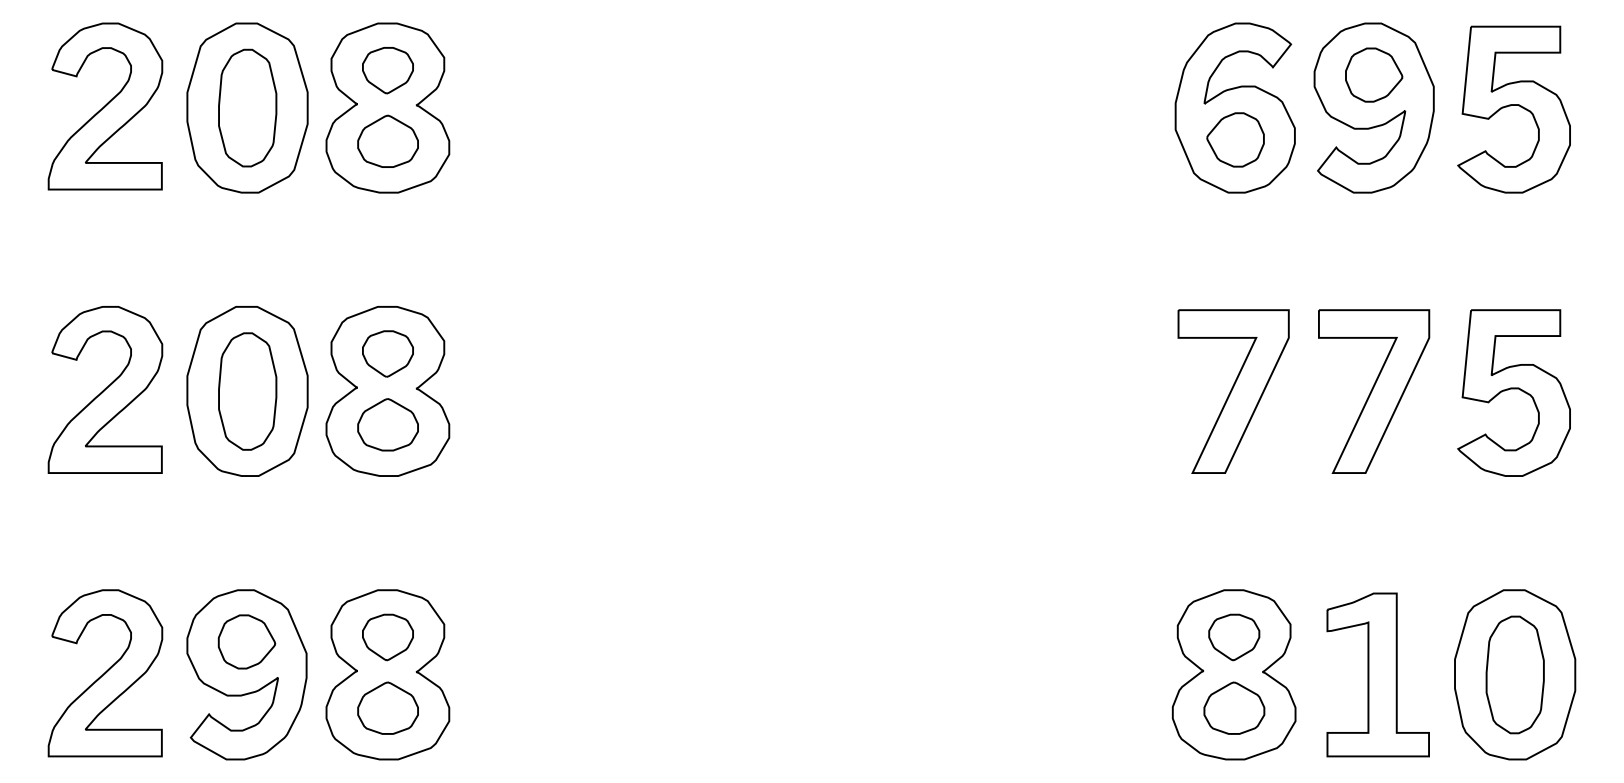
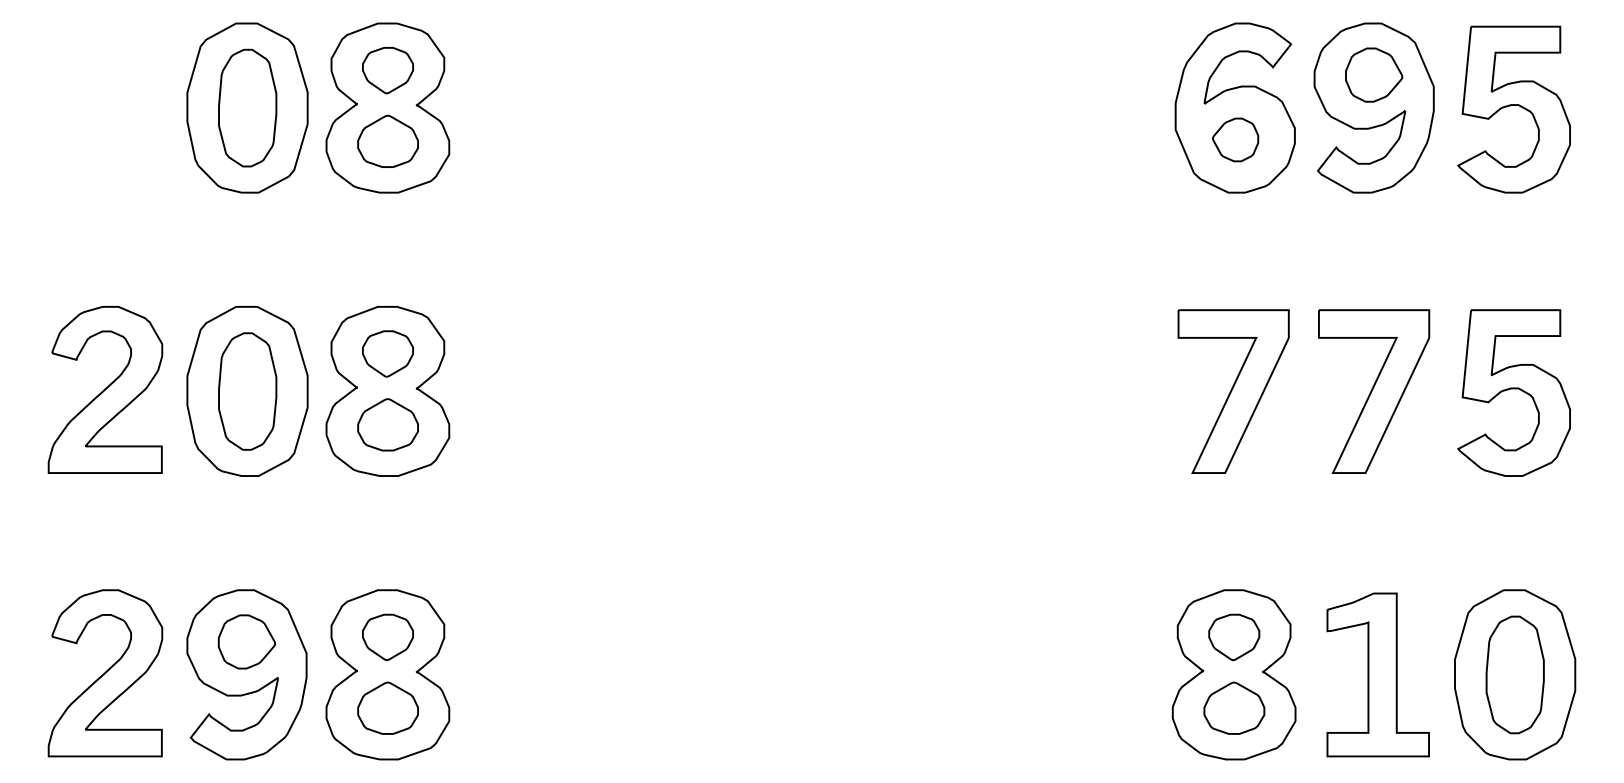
part at (105, 106): present -> none
part at (1235, 139) size: 59x56 px -> 48x46 px
